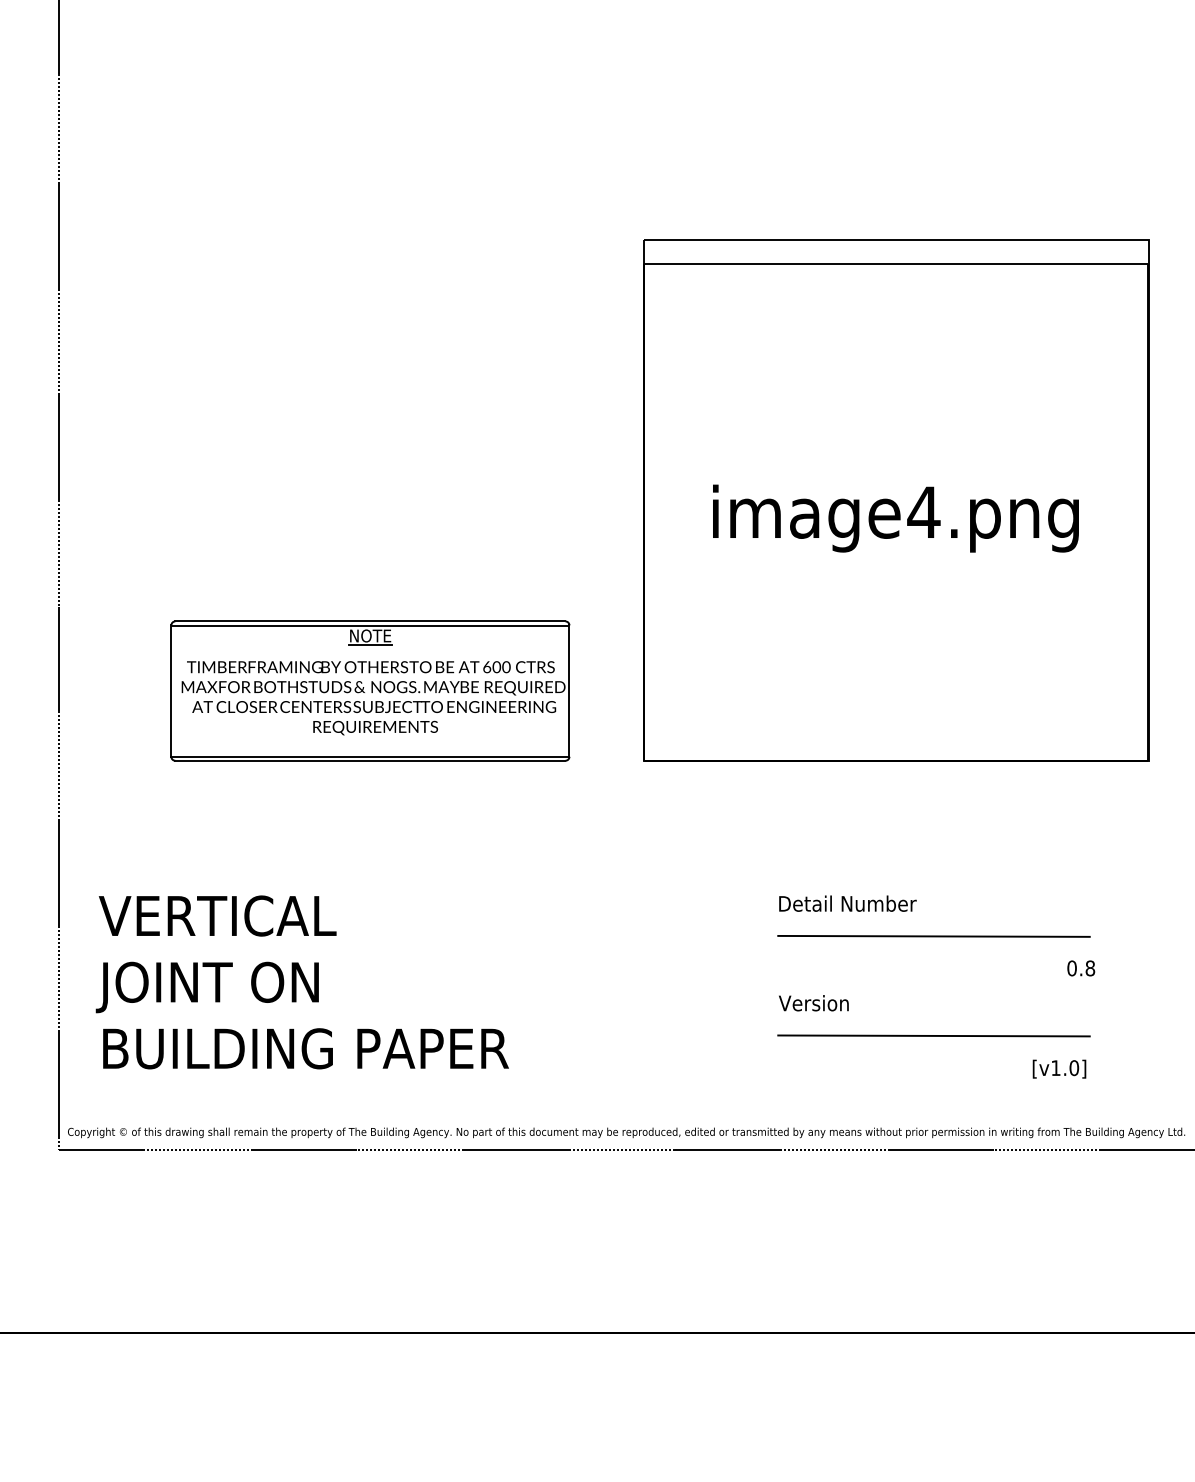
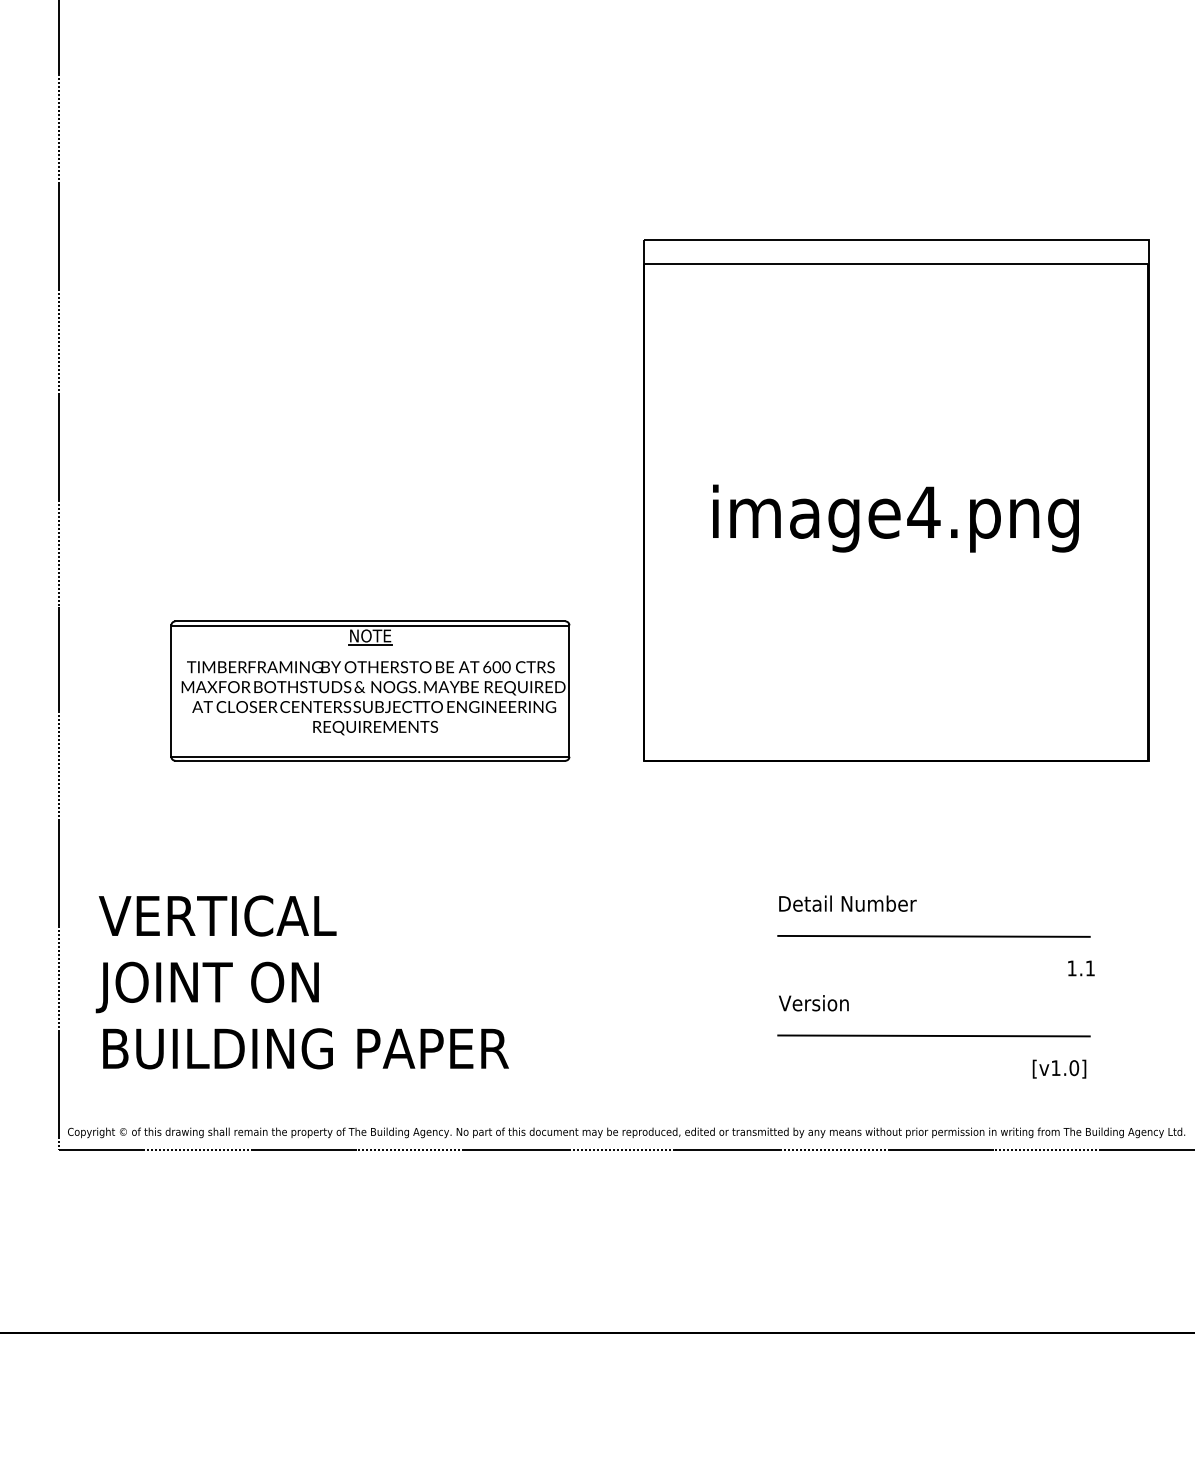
text at (1081, 968): 0.8 -> 1.1
